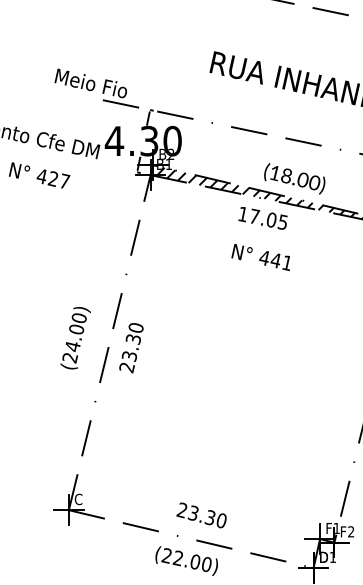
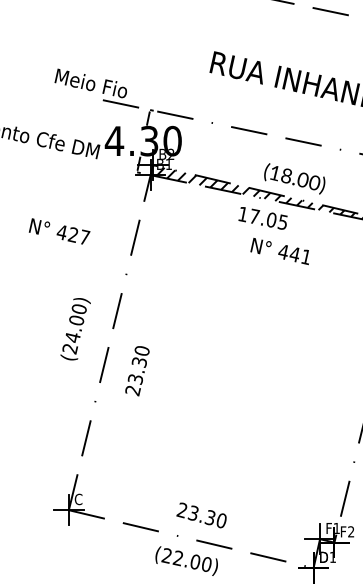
text at (39, 175) position: (39, 175) -> (59, 231)
text at (260, 257) position: (260, 257) -> (279, 251)
text at (75, 338) position: (75, 338) -> (75, 329)
text at (131, 348) position: (131, 348) -> (137, 371)
